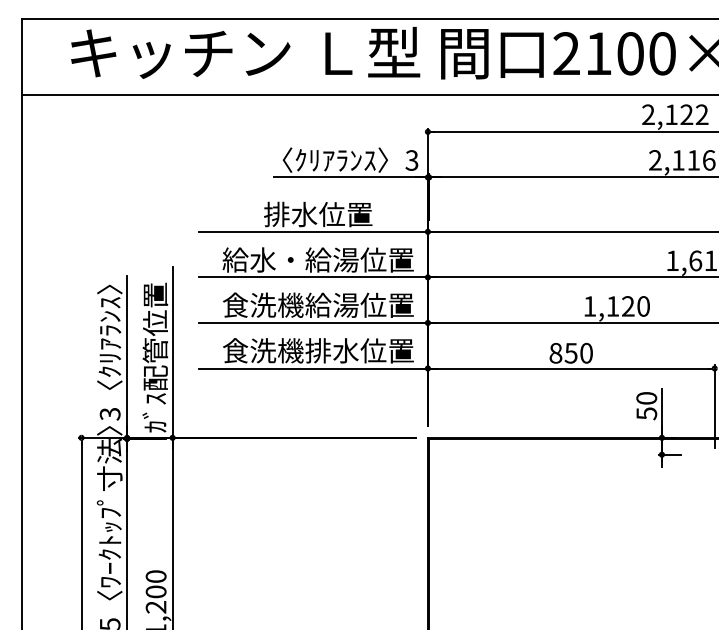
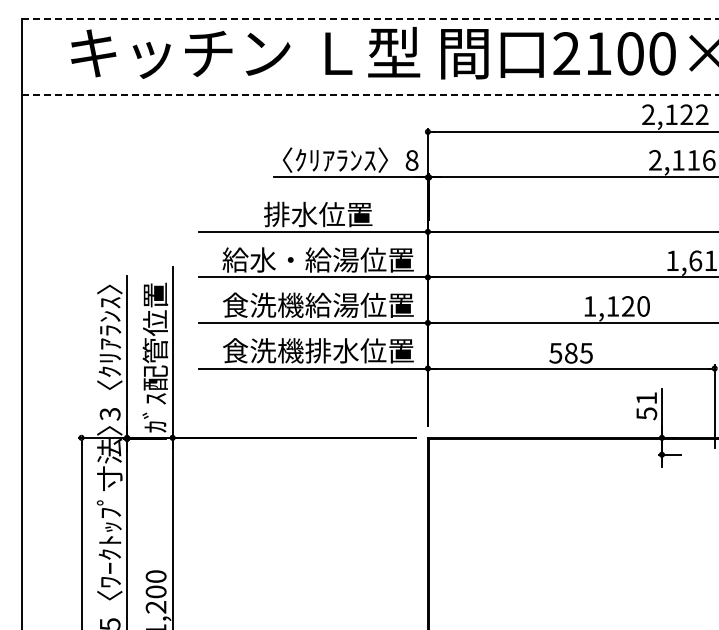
line at (370, 18): solid -> dashed
line at (370, 94): solid -> dashed
text at (411, 160): 3 -> 8
text at (570, 352): 850 -> 585
text at (646, 398): 50 -> 51
